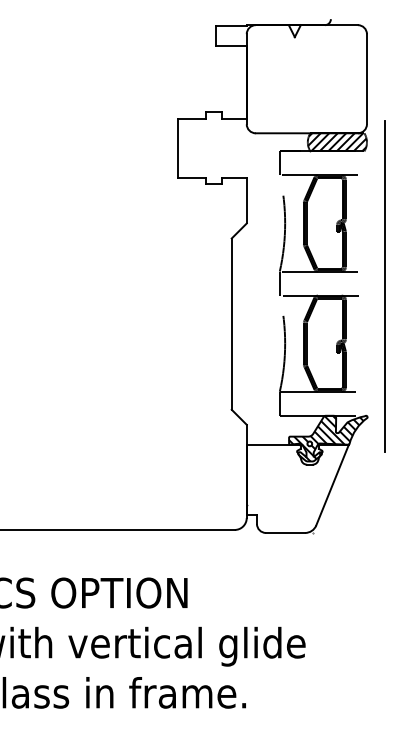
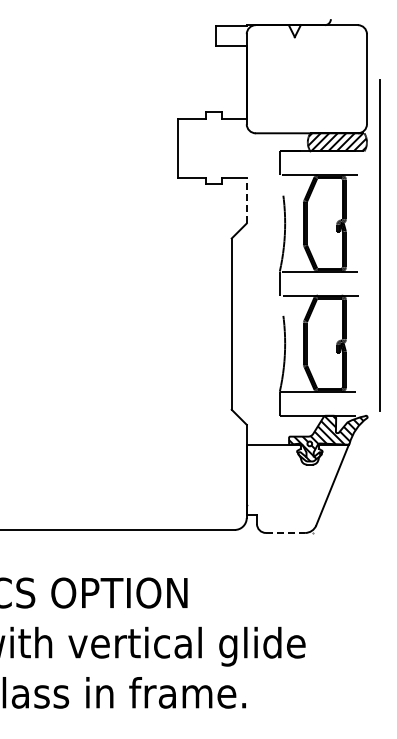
line at (246, 200): solid -> dashed
line at (384, 286) position: (384, 286) -> (379, 245)
line at (285, 532): solid -> dashed
